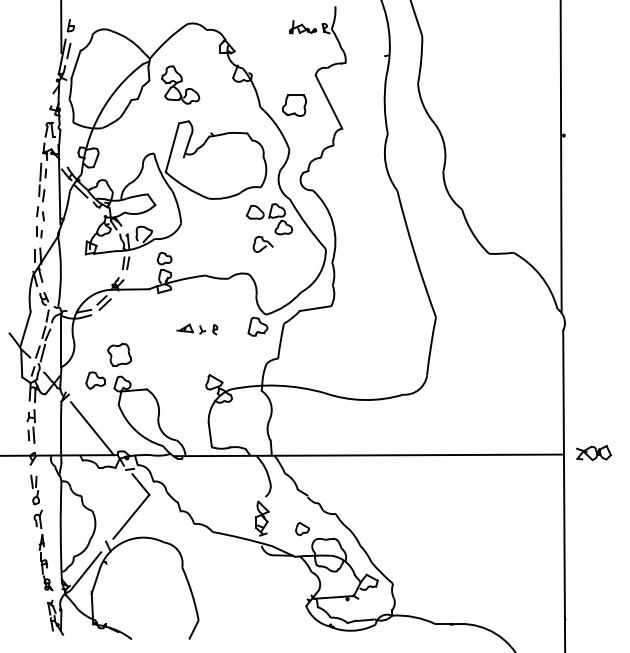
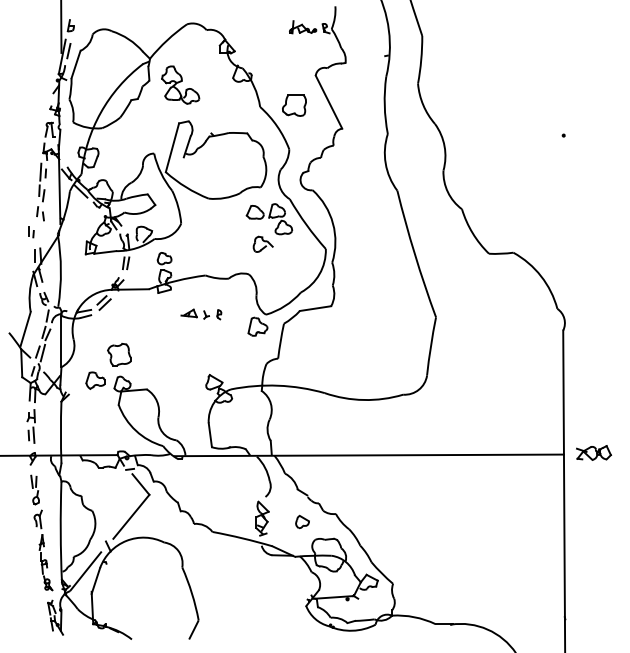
line at (560, 157): present -> none
part at (39, 232) position: (39, 232) -> (31, 232)
part at (197, 329) position: (197, 329) -> (201, 314)
line at (92, 428): present -> none
part at (302, 528) position: (302, 528) -> (302, 521)
